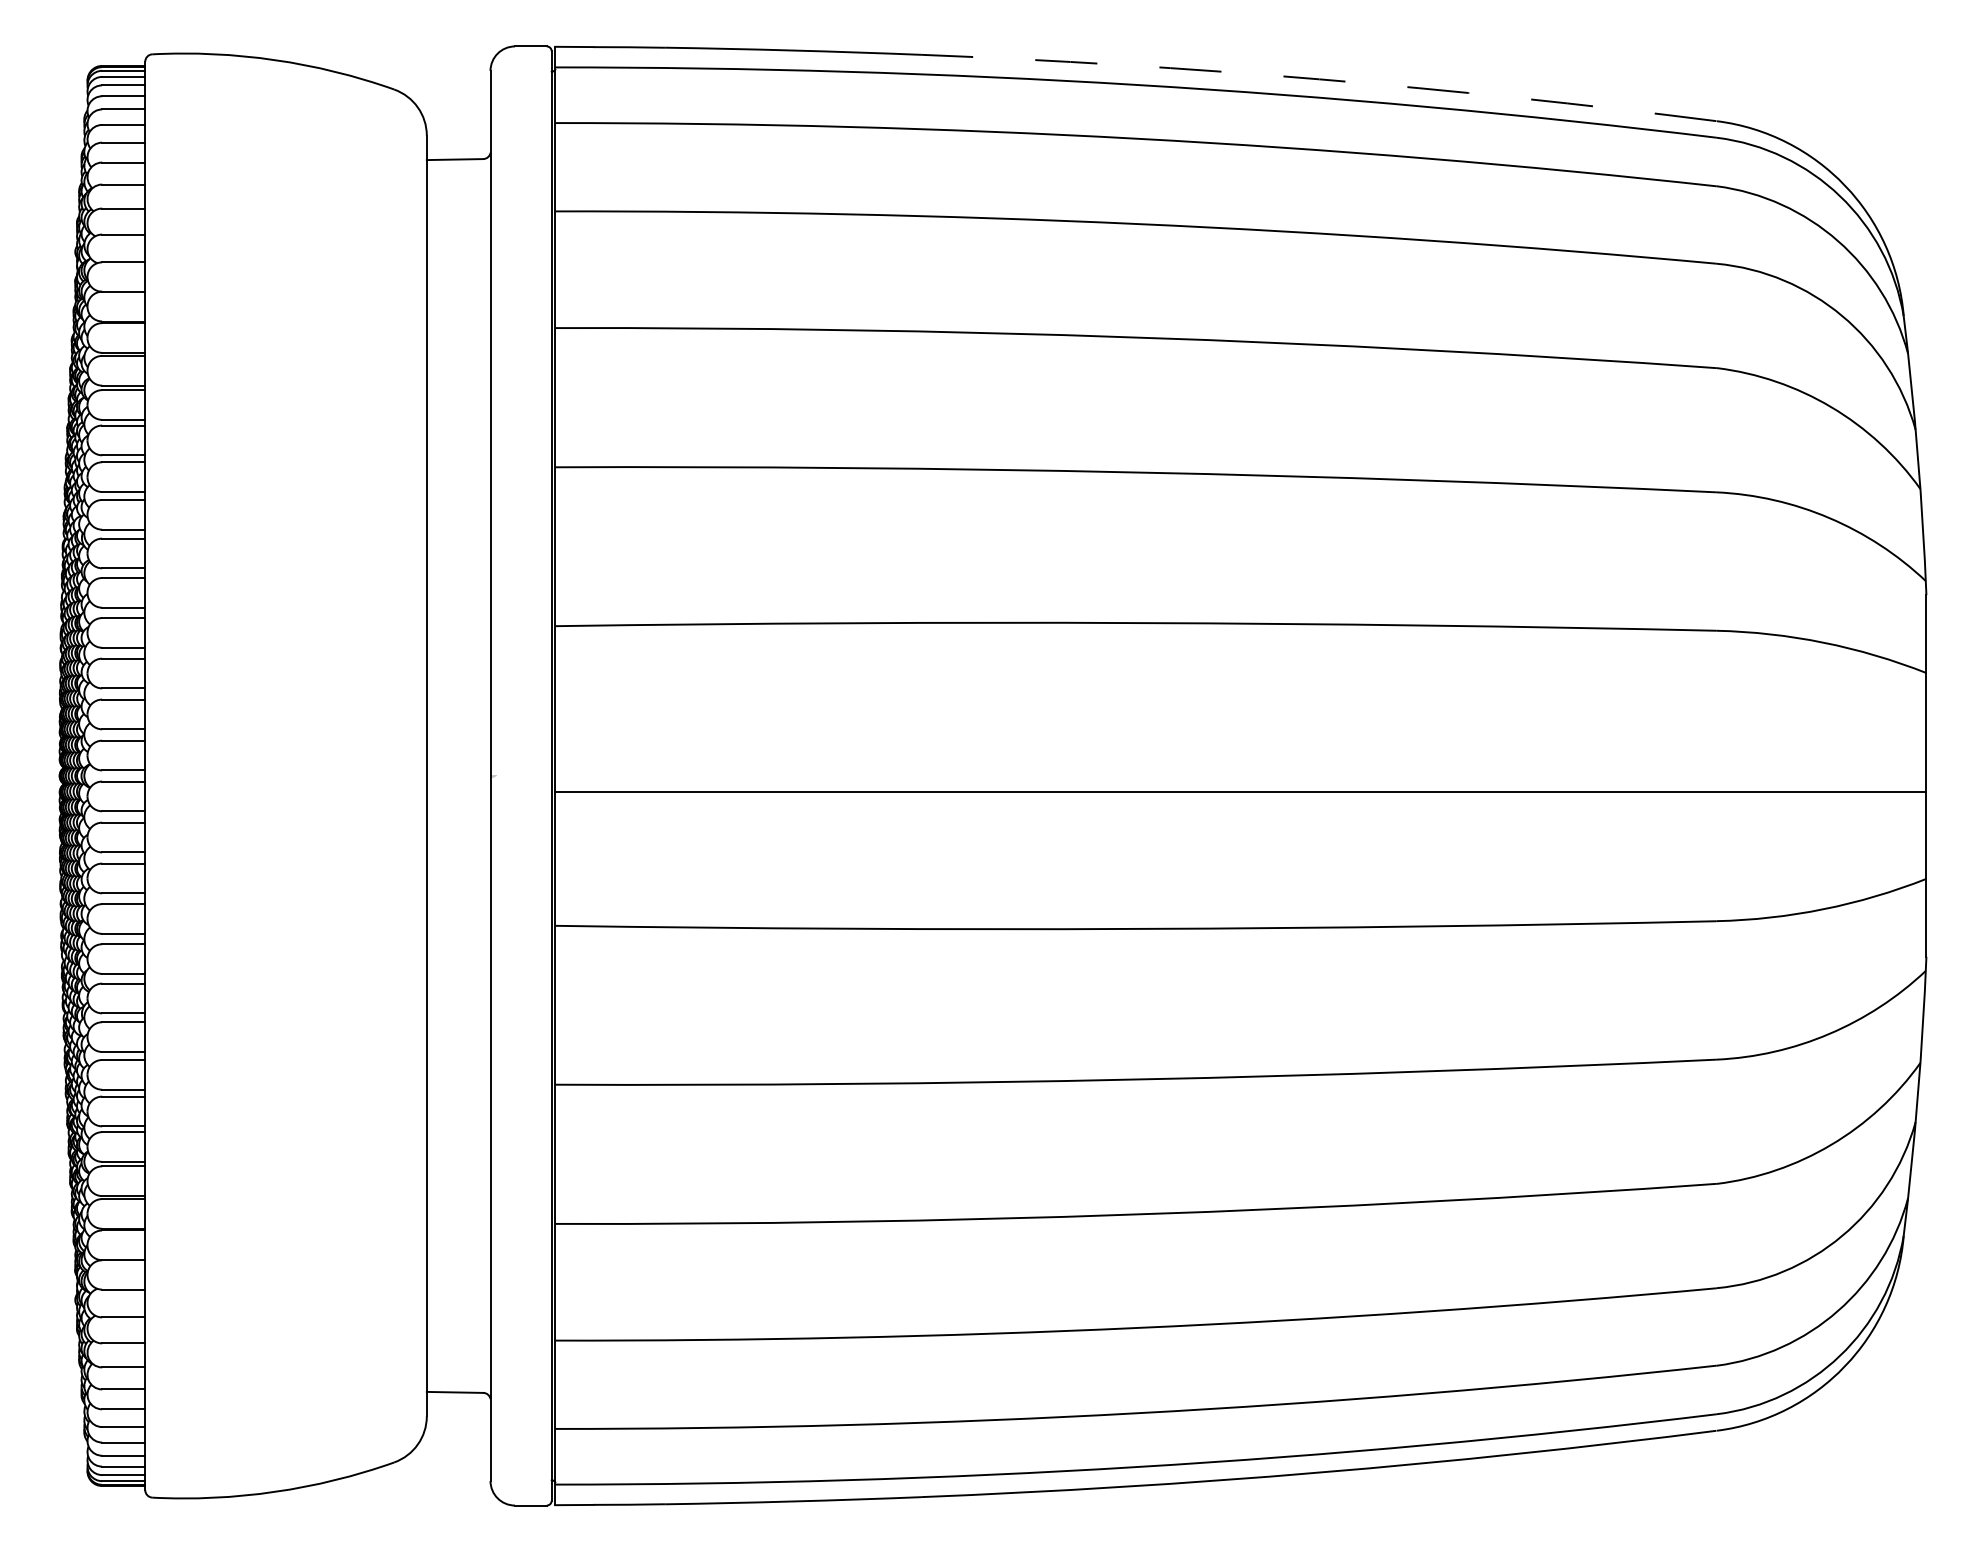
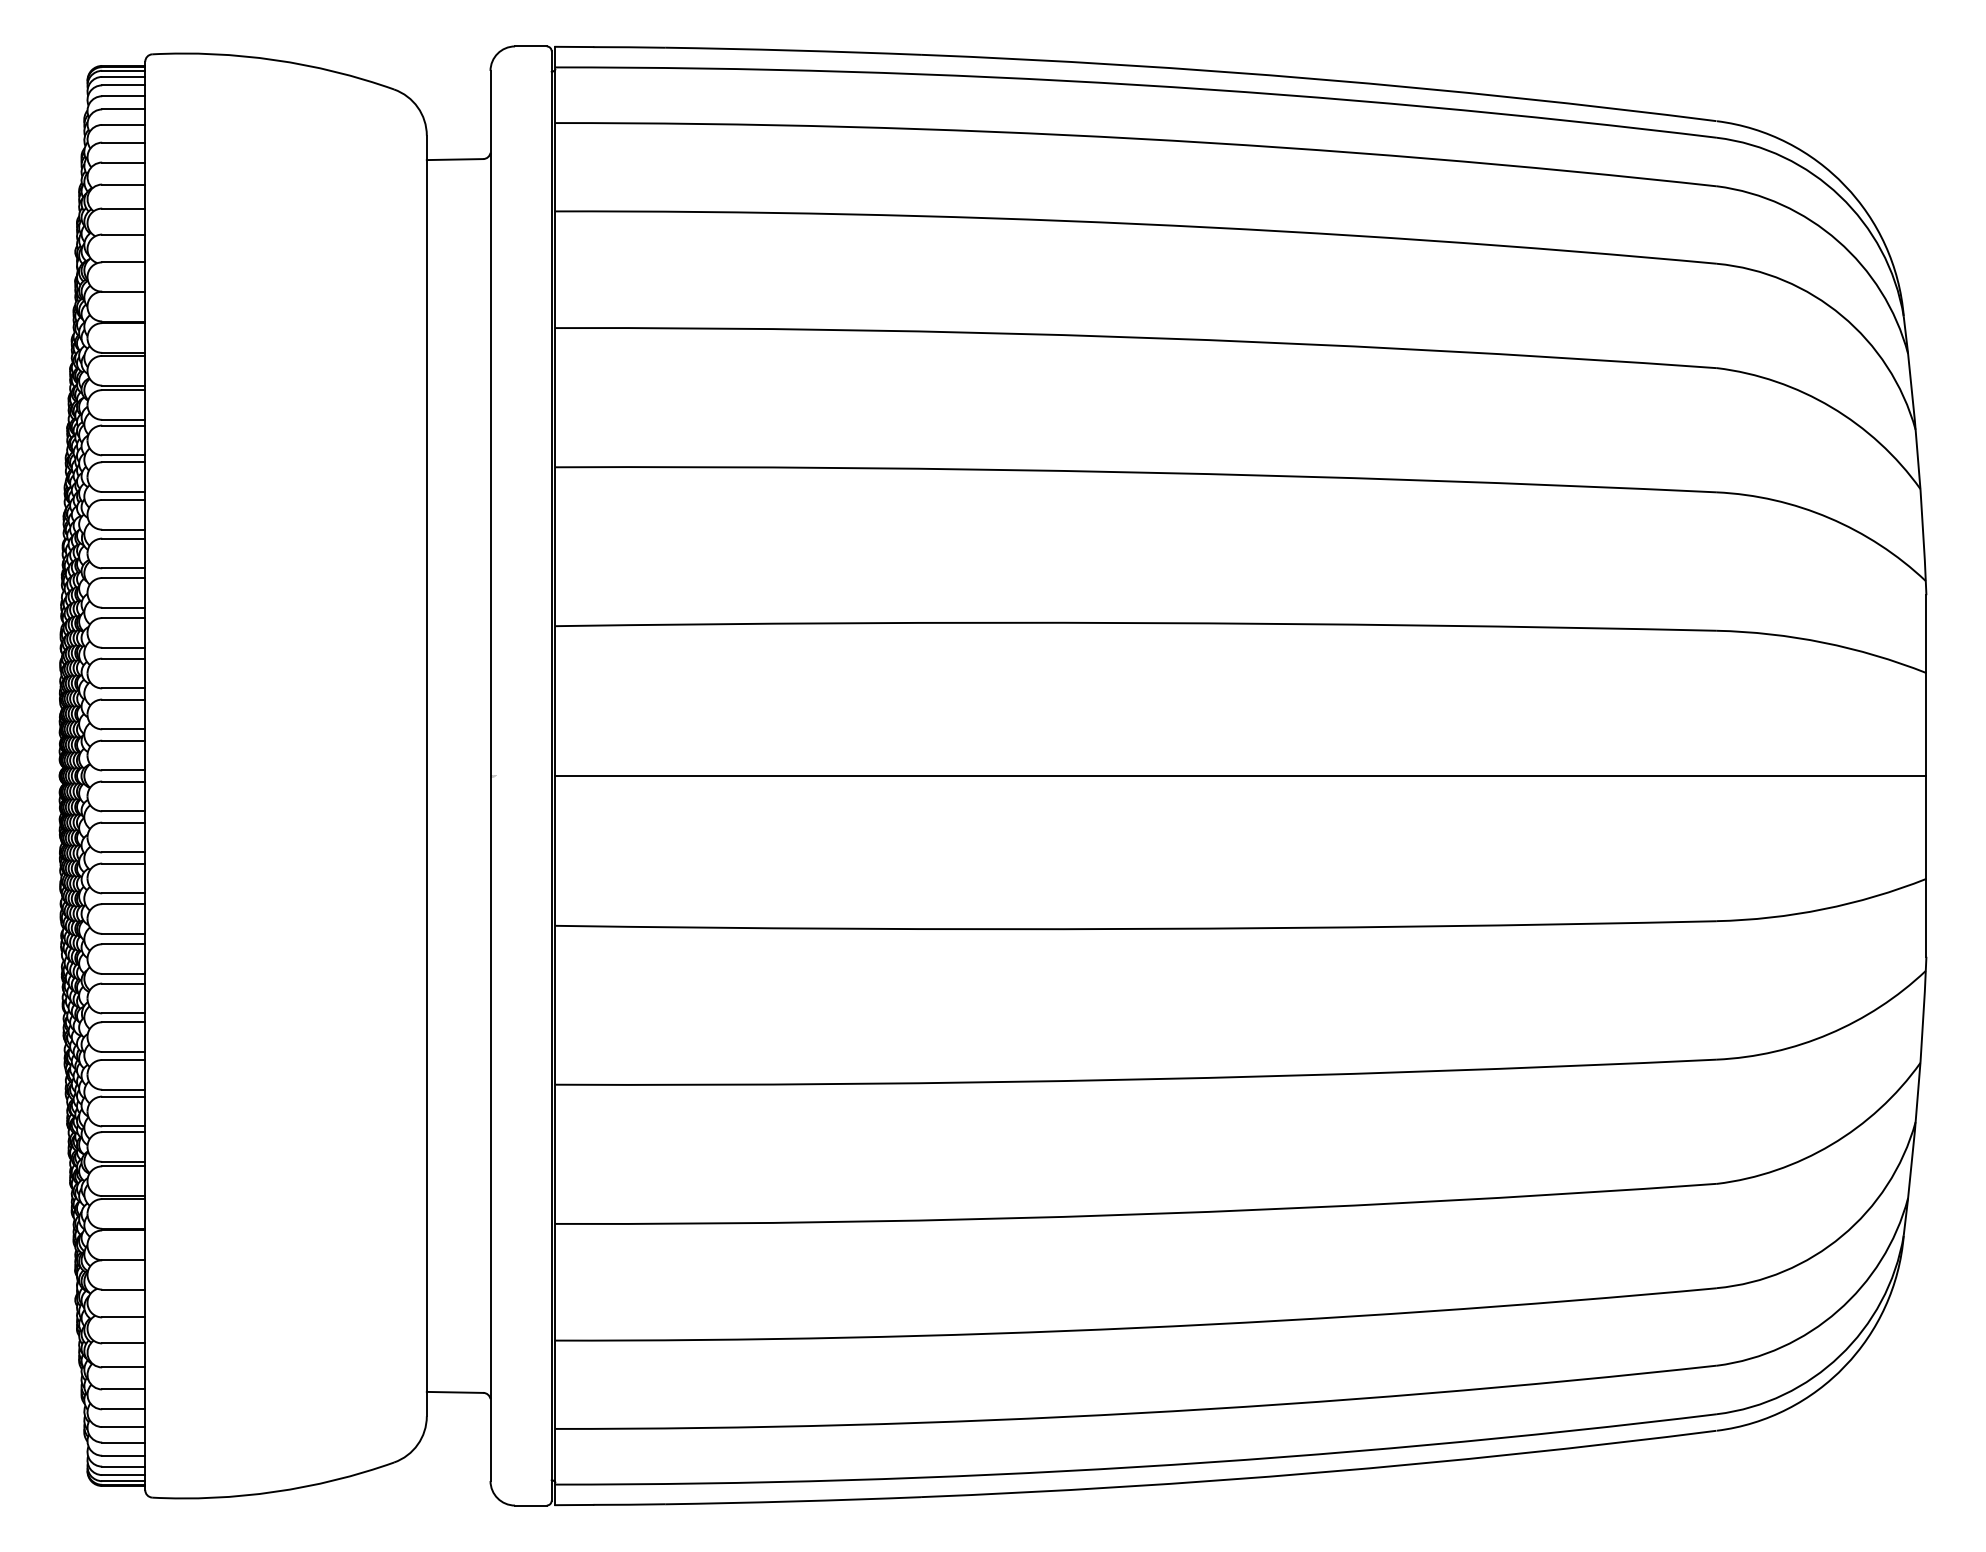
arc at (1319, 79): dashed -> solid
line at (1240, 791) position: (1240, 791) -> (1240, 775)
